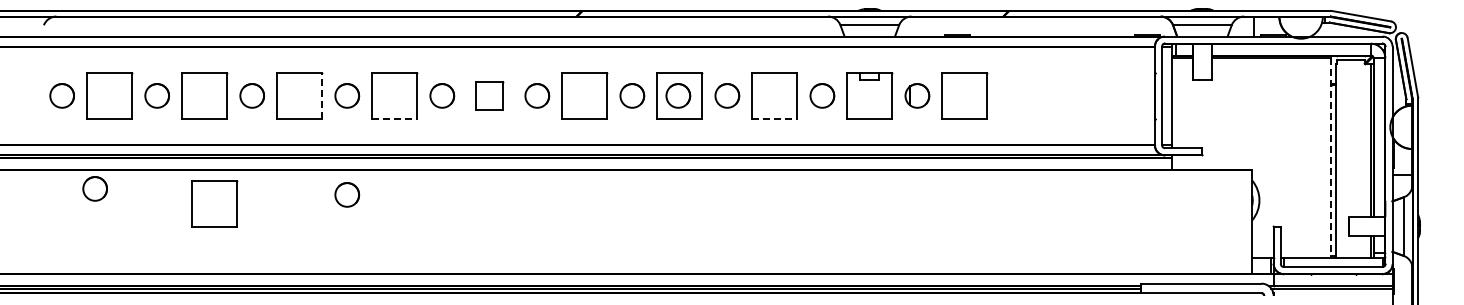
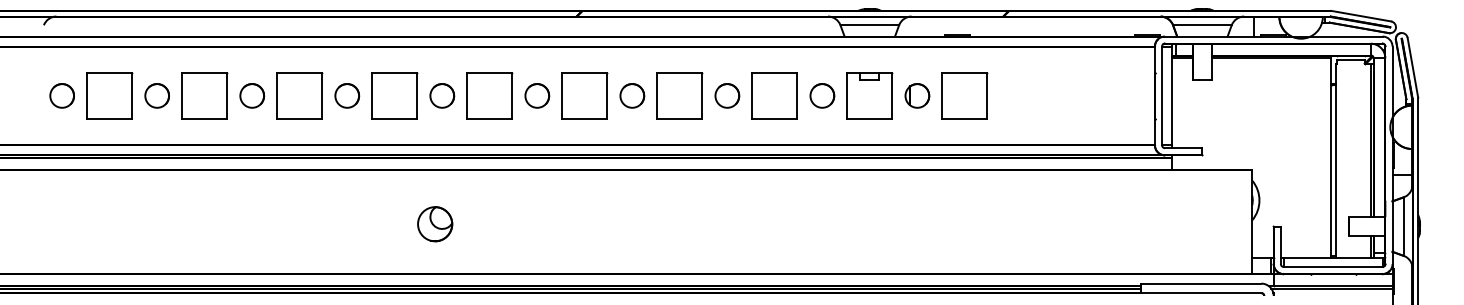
line at (322, 95): dashed -> solid
part at (489, 95) size: 30x30 px -> 48x48 px
part at (678, 95): present -> none
line at (394, 118): dashed -> solid
line at (774, 118): dashed -> solid
line at (1330, 157): dashed -> solid
circle at (94, 188): present -> none
part at (347, 194): present -> none
part at (214, 203): present -> none
part at (435, 224): none -> present
